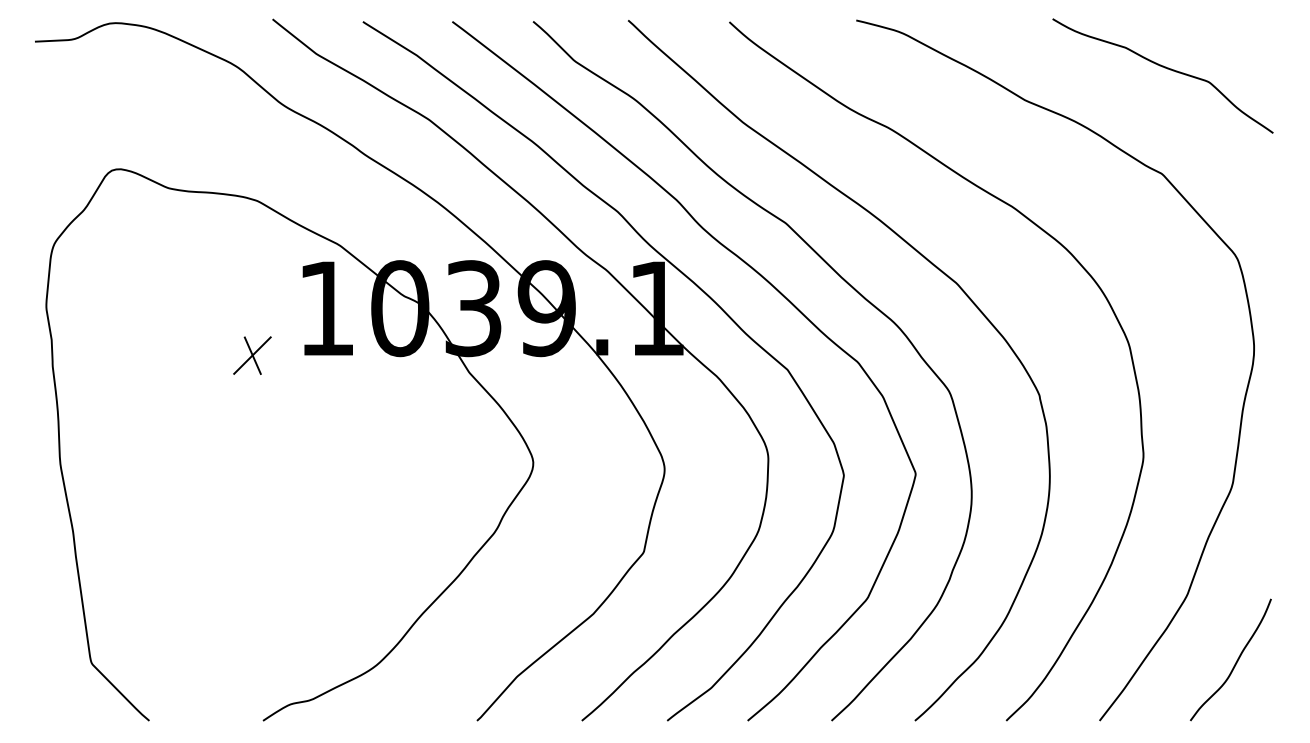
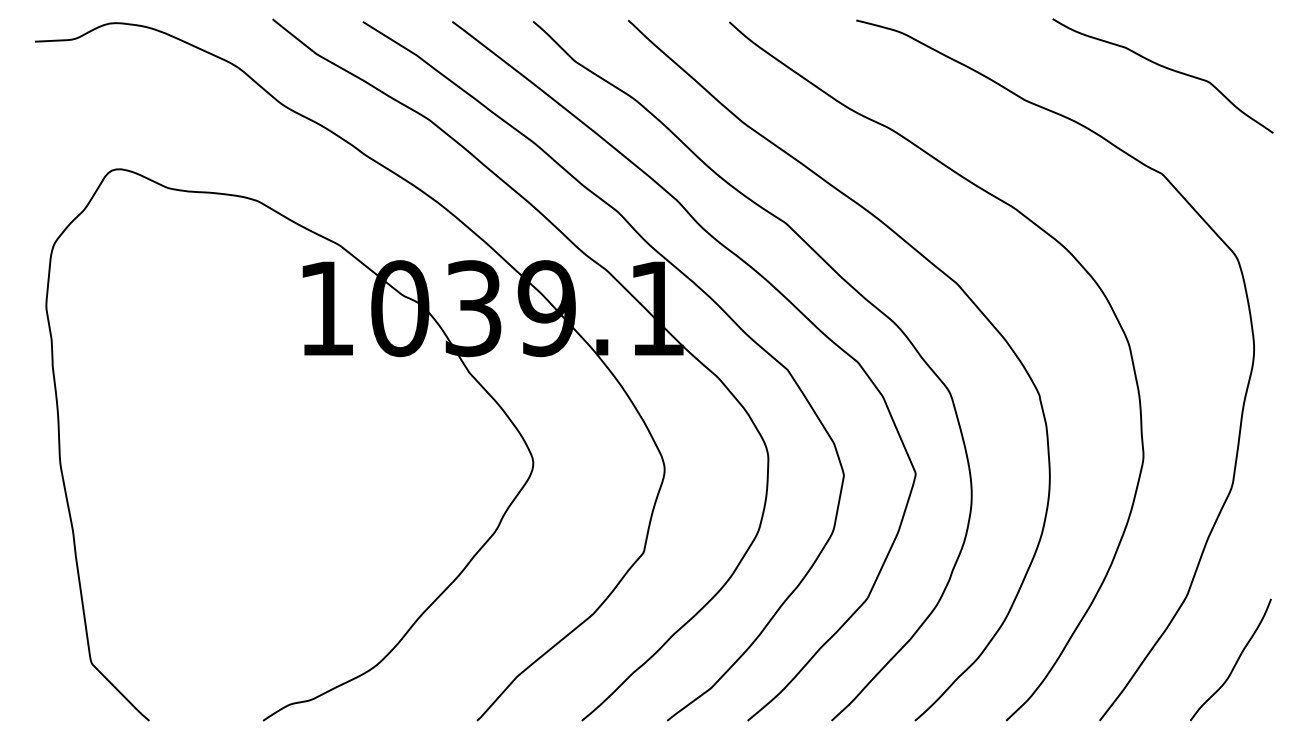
part at (252, 355): present -> none
